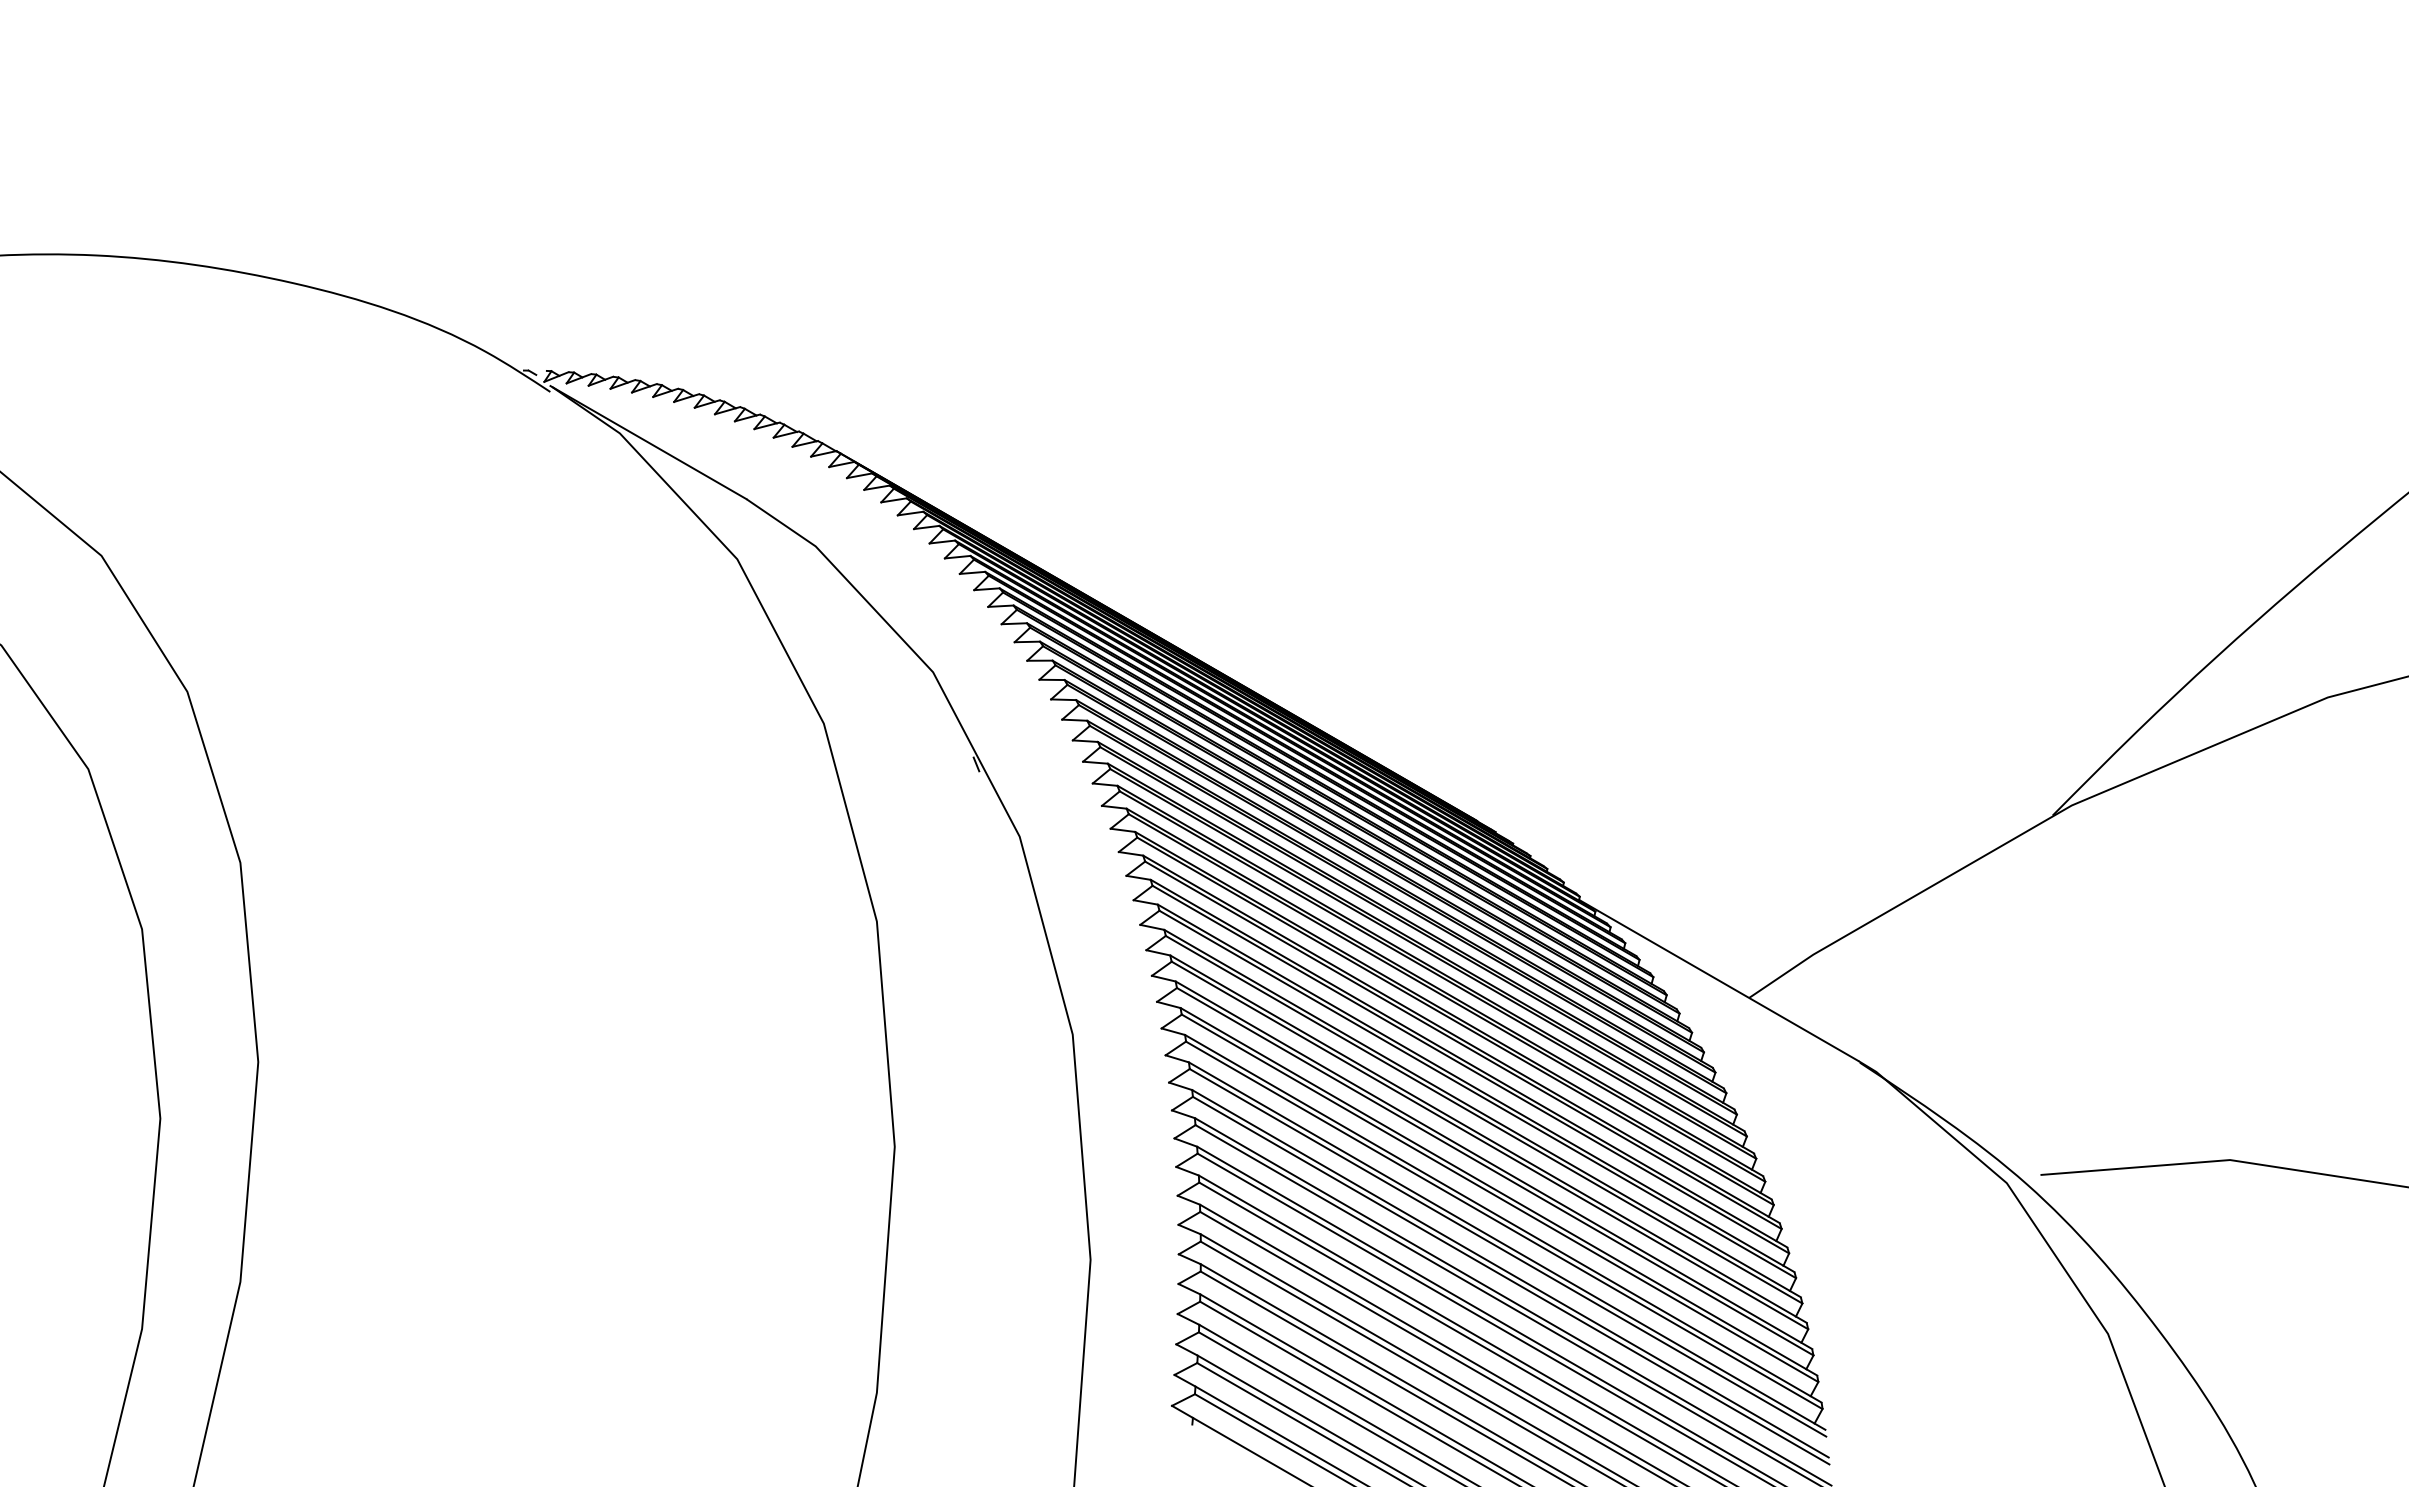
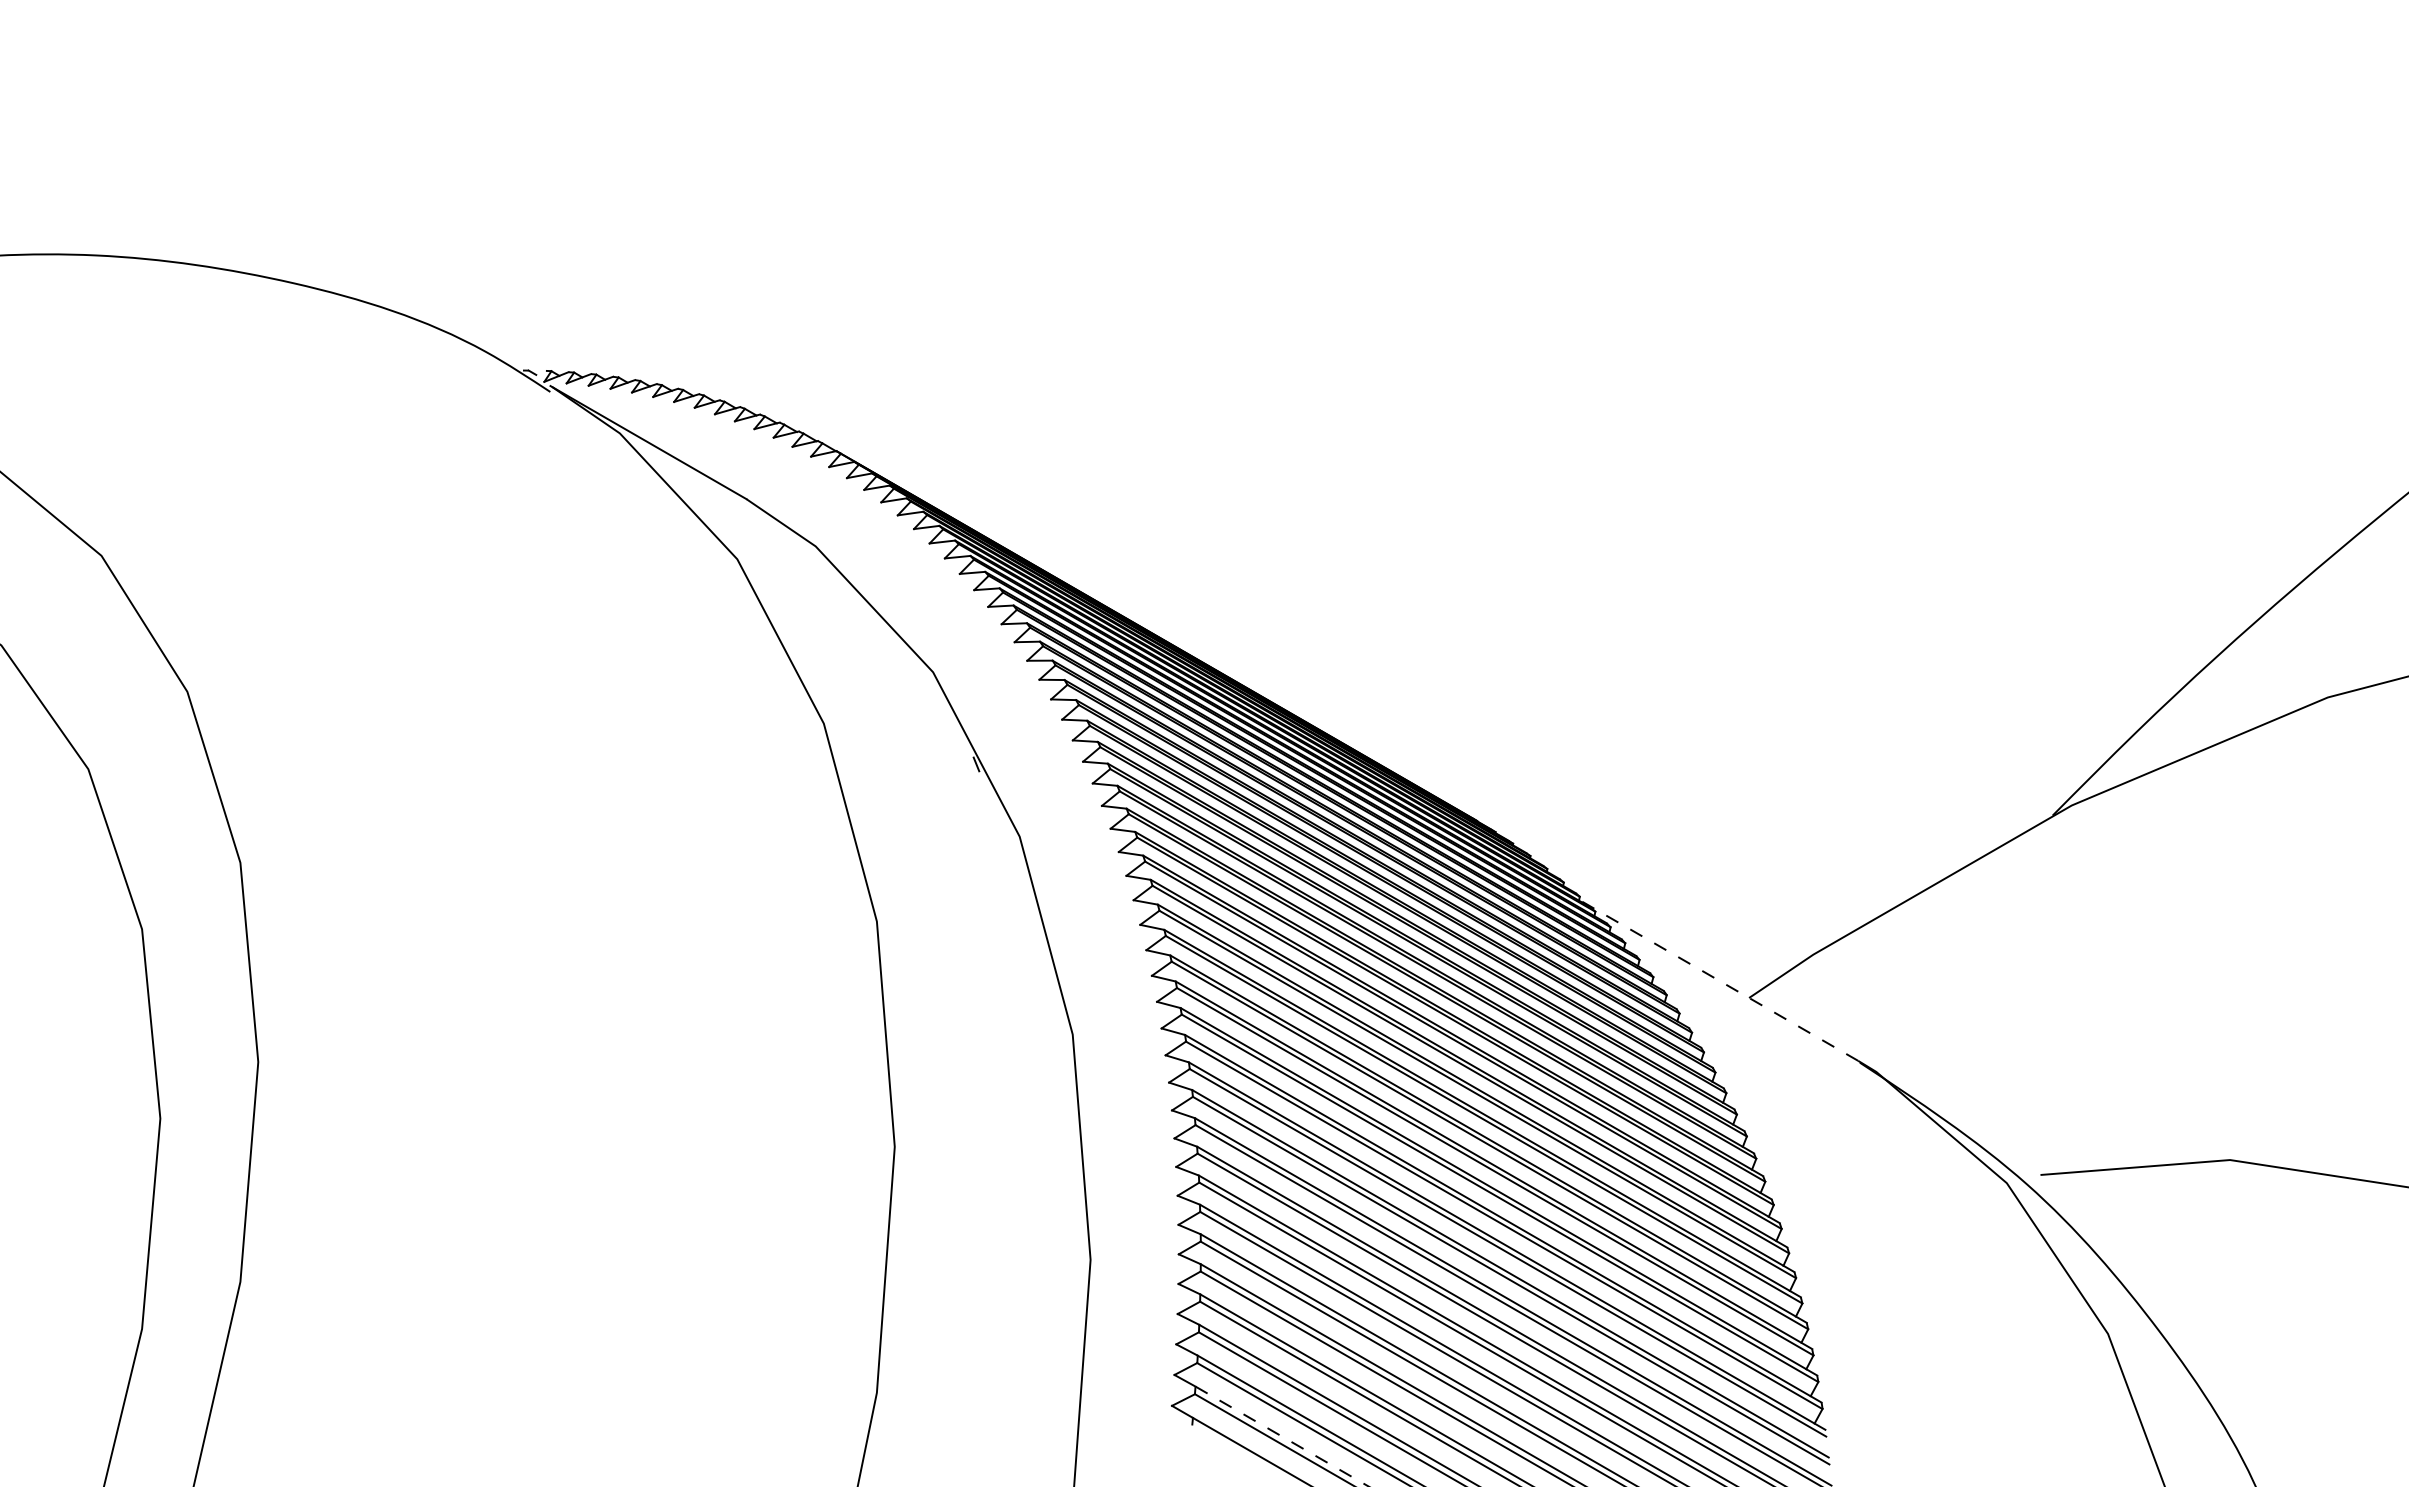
line at (1718, 980): solid -> dashed
line at (1282, 1436): solid -> dashed
